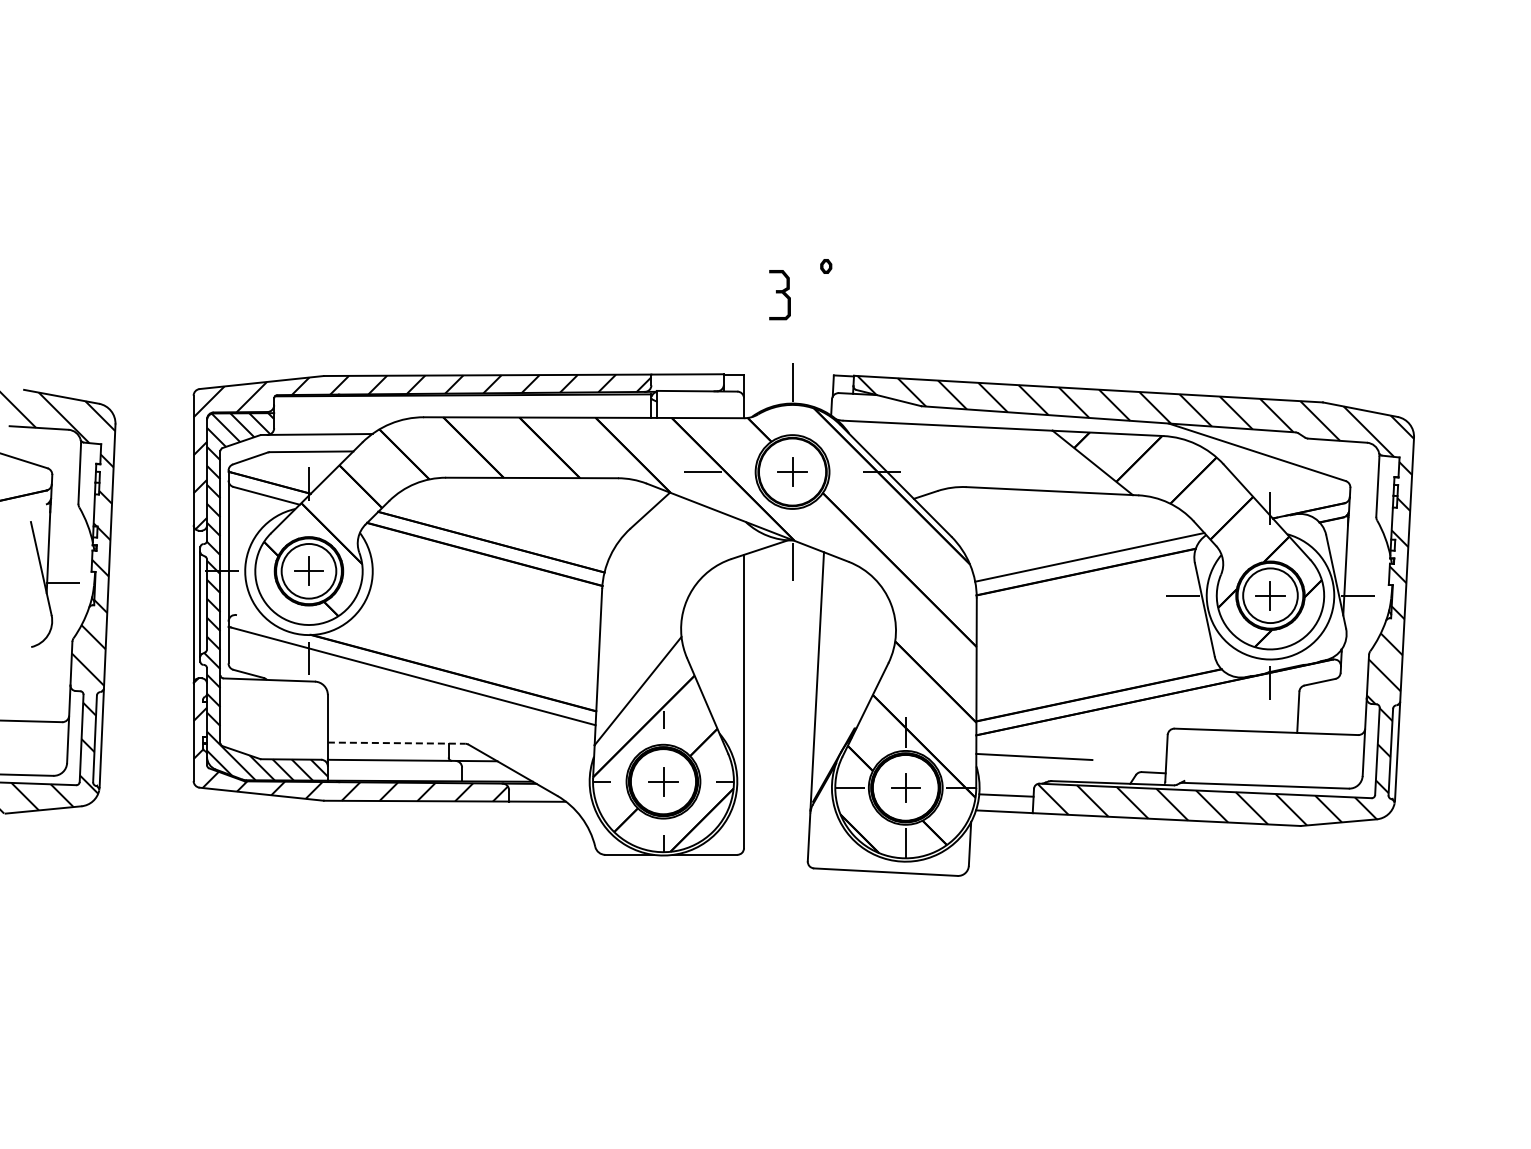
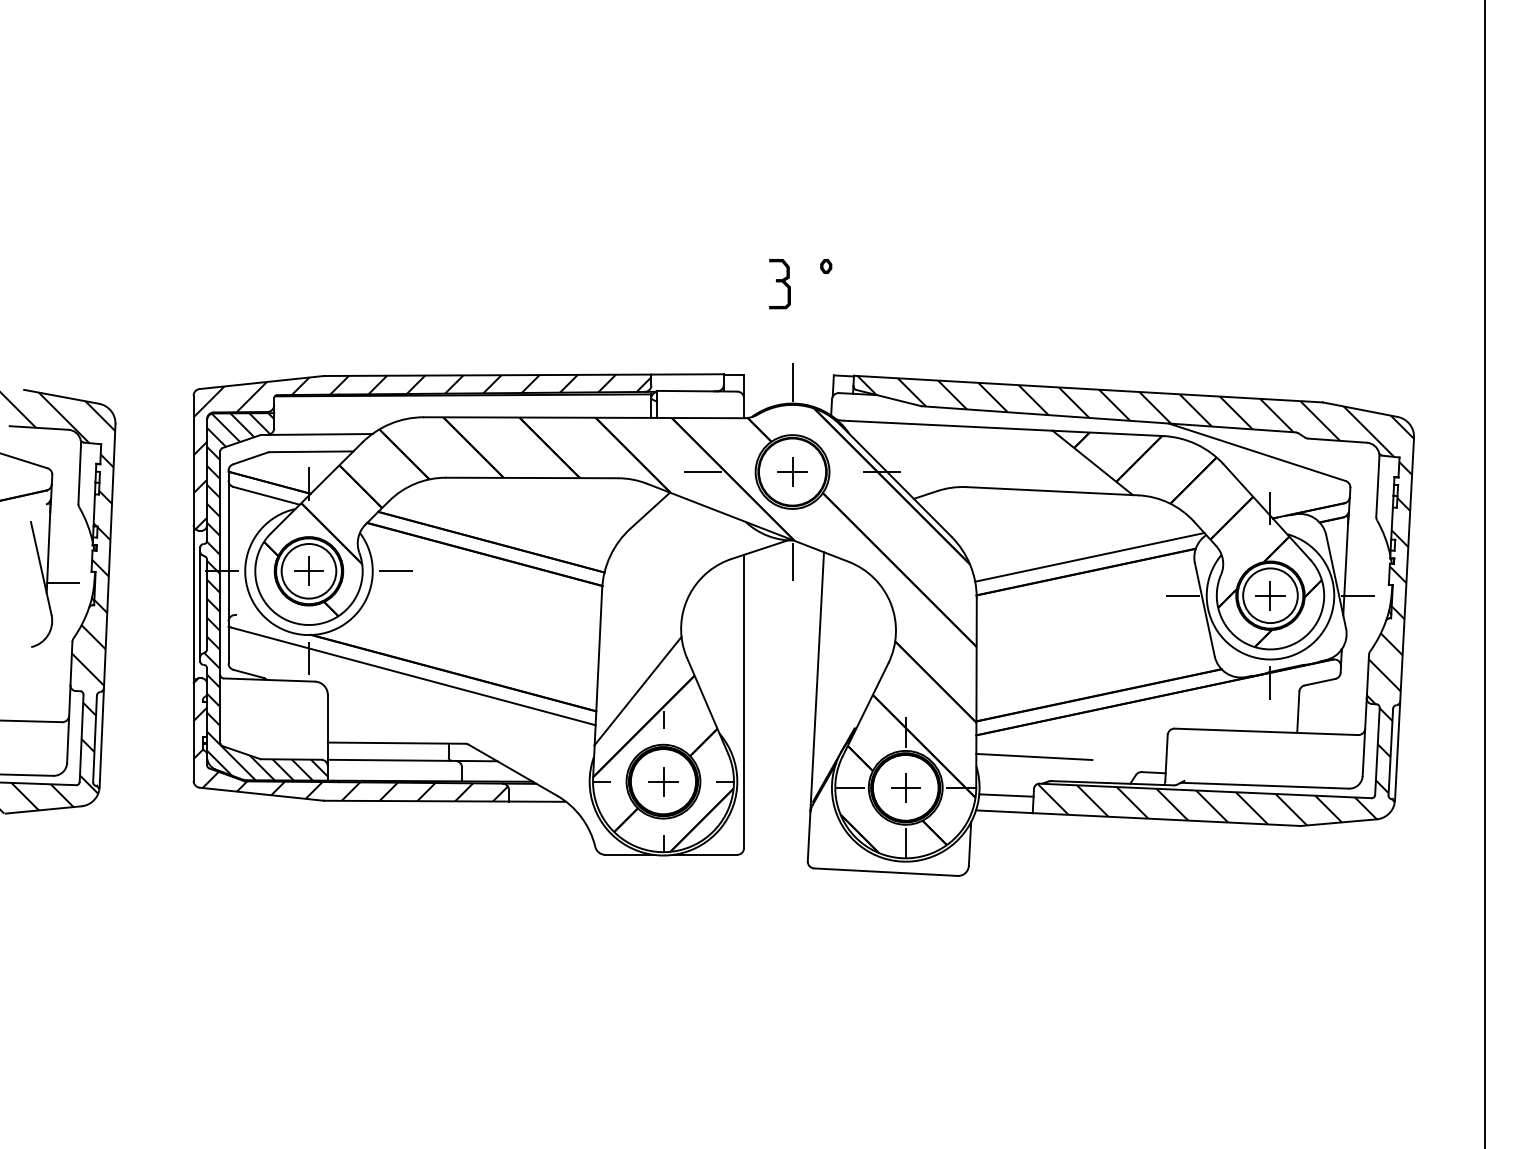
part at (779, 295) position: (779, 295) -> (779, 284)
line at (396, 571): none -> present
line at (1485, 573): none -> present
line at (396, 743): dashed -> solid
